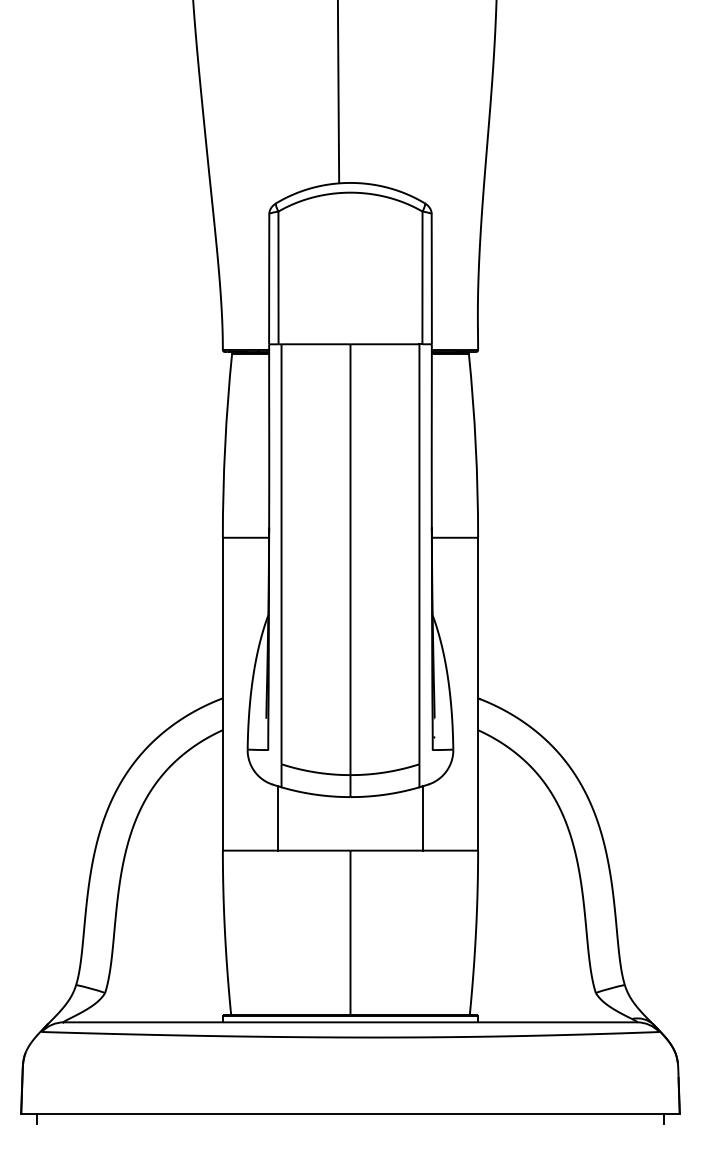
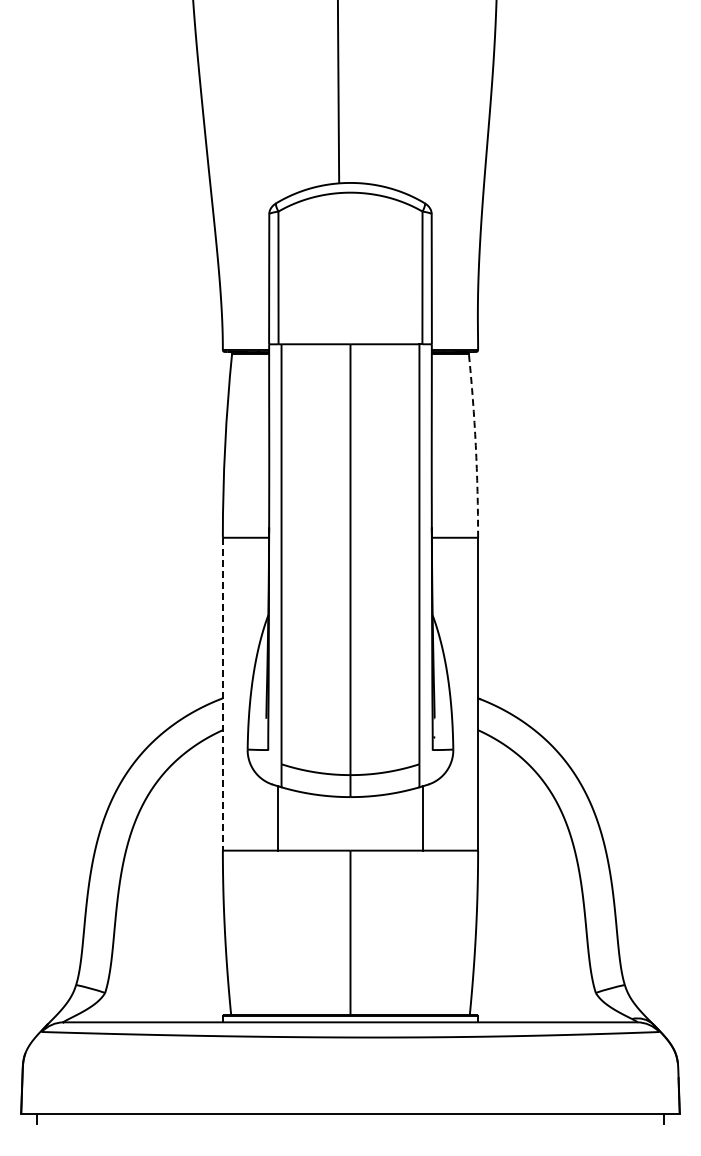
arc at (475, 445): solid -> dashed
line at (222, 694): solid -> dashed
